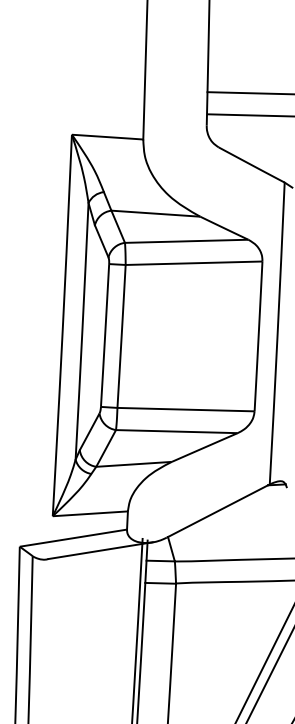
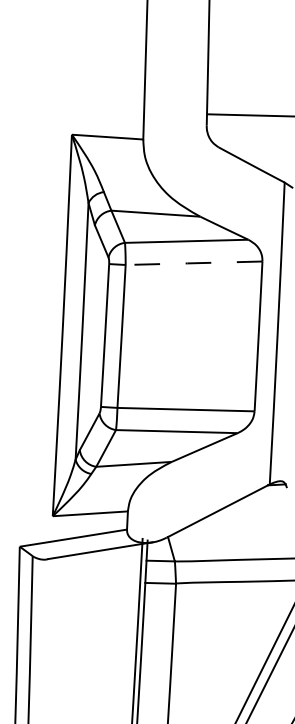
line at (249, 93): present -> none
line at (193, 263): solid -> dashed
